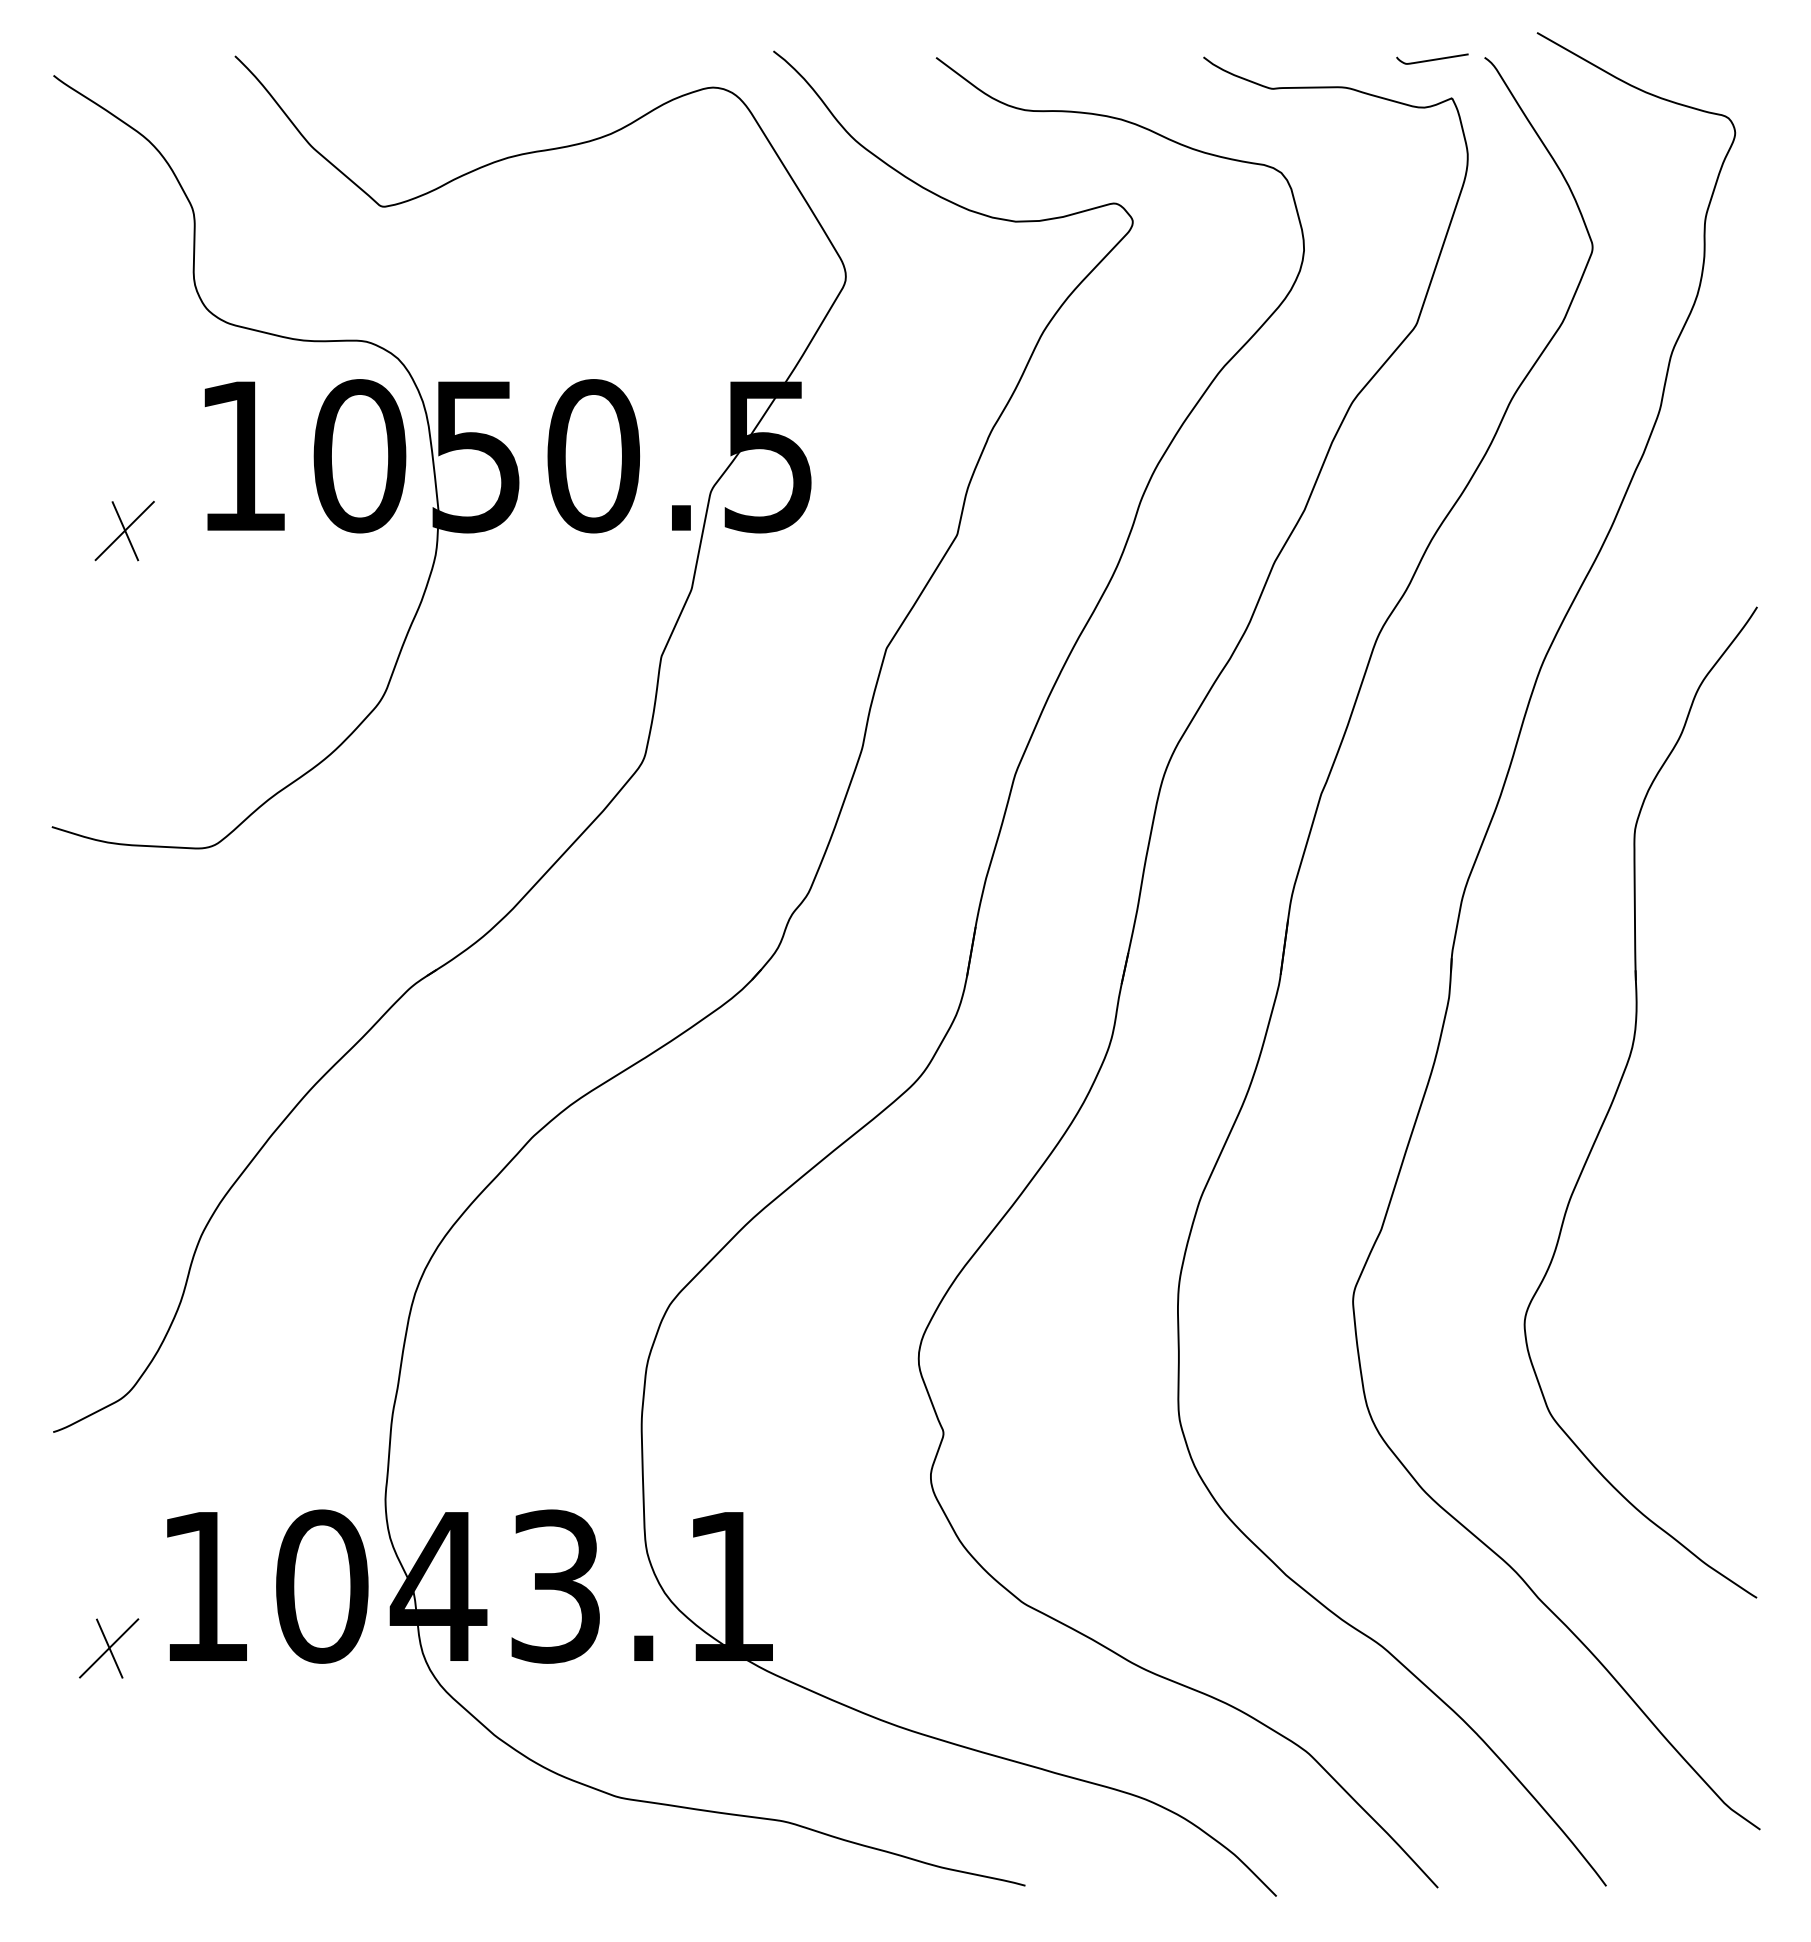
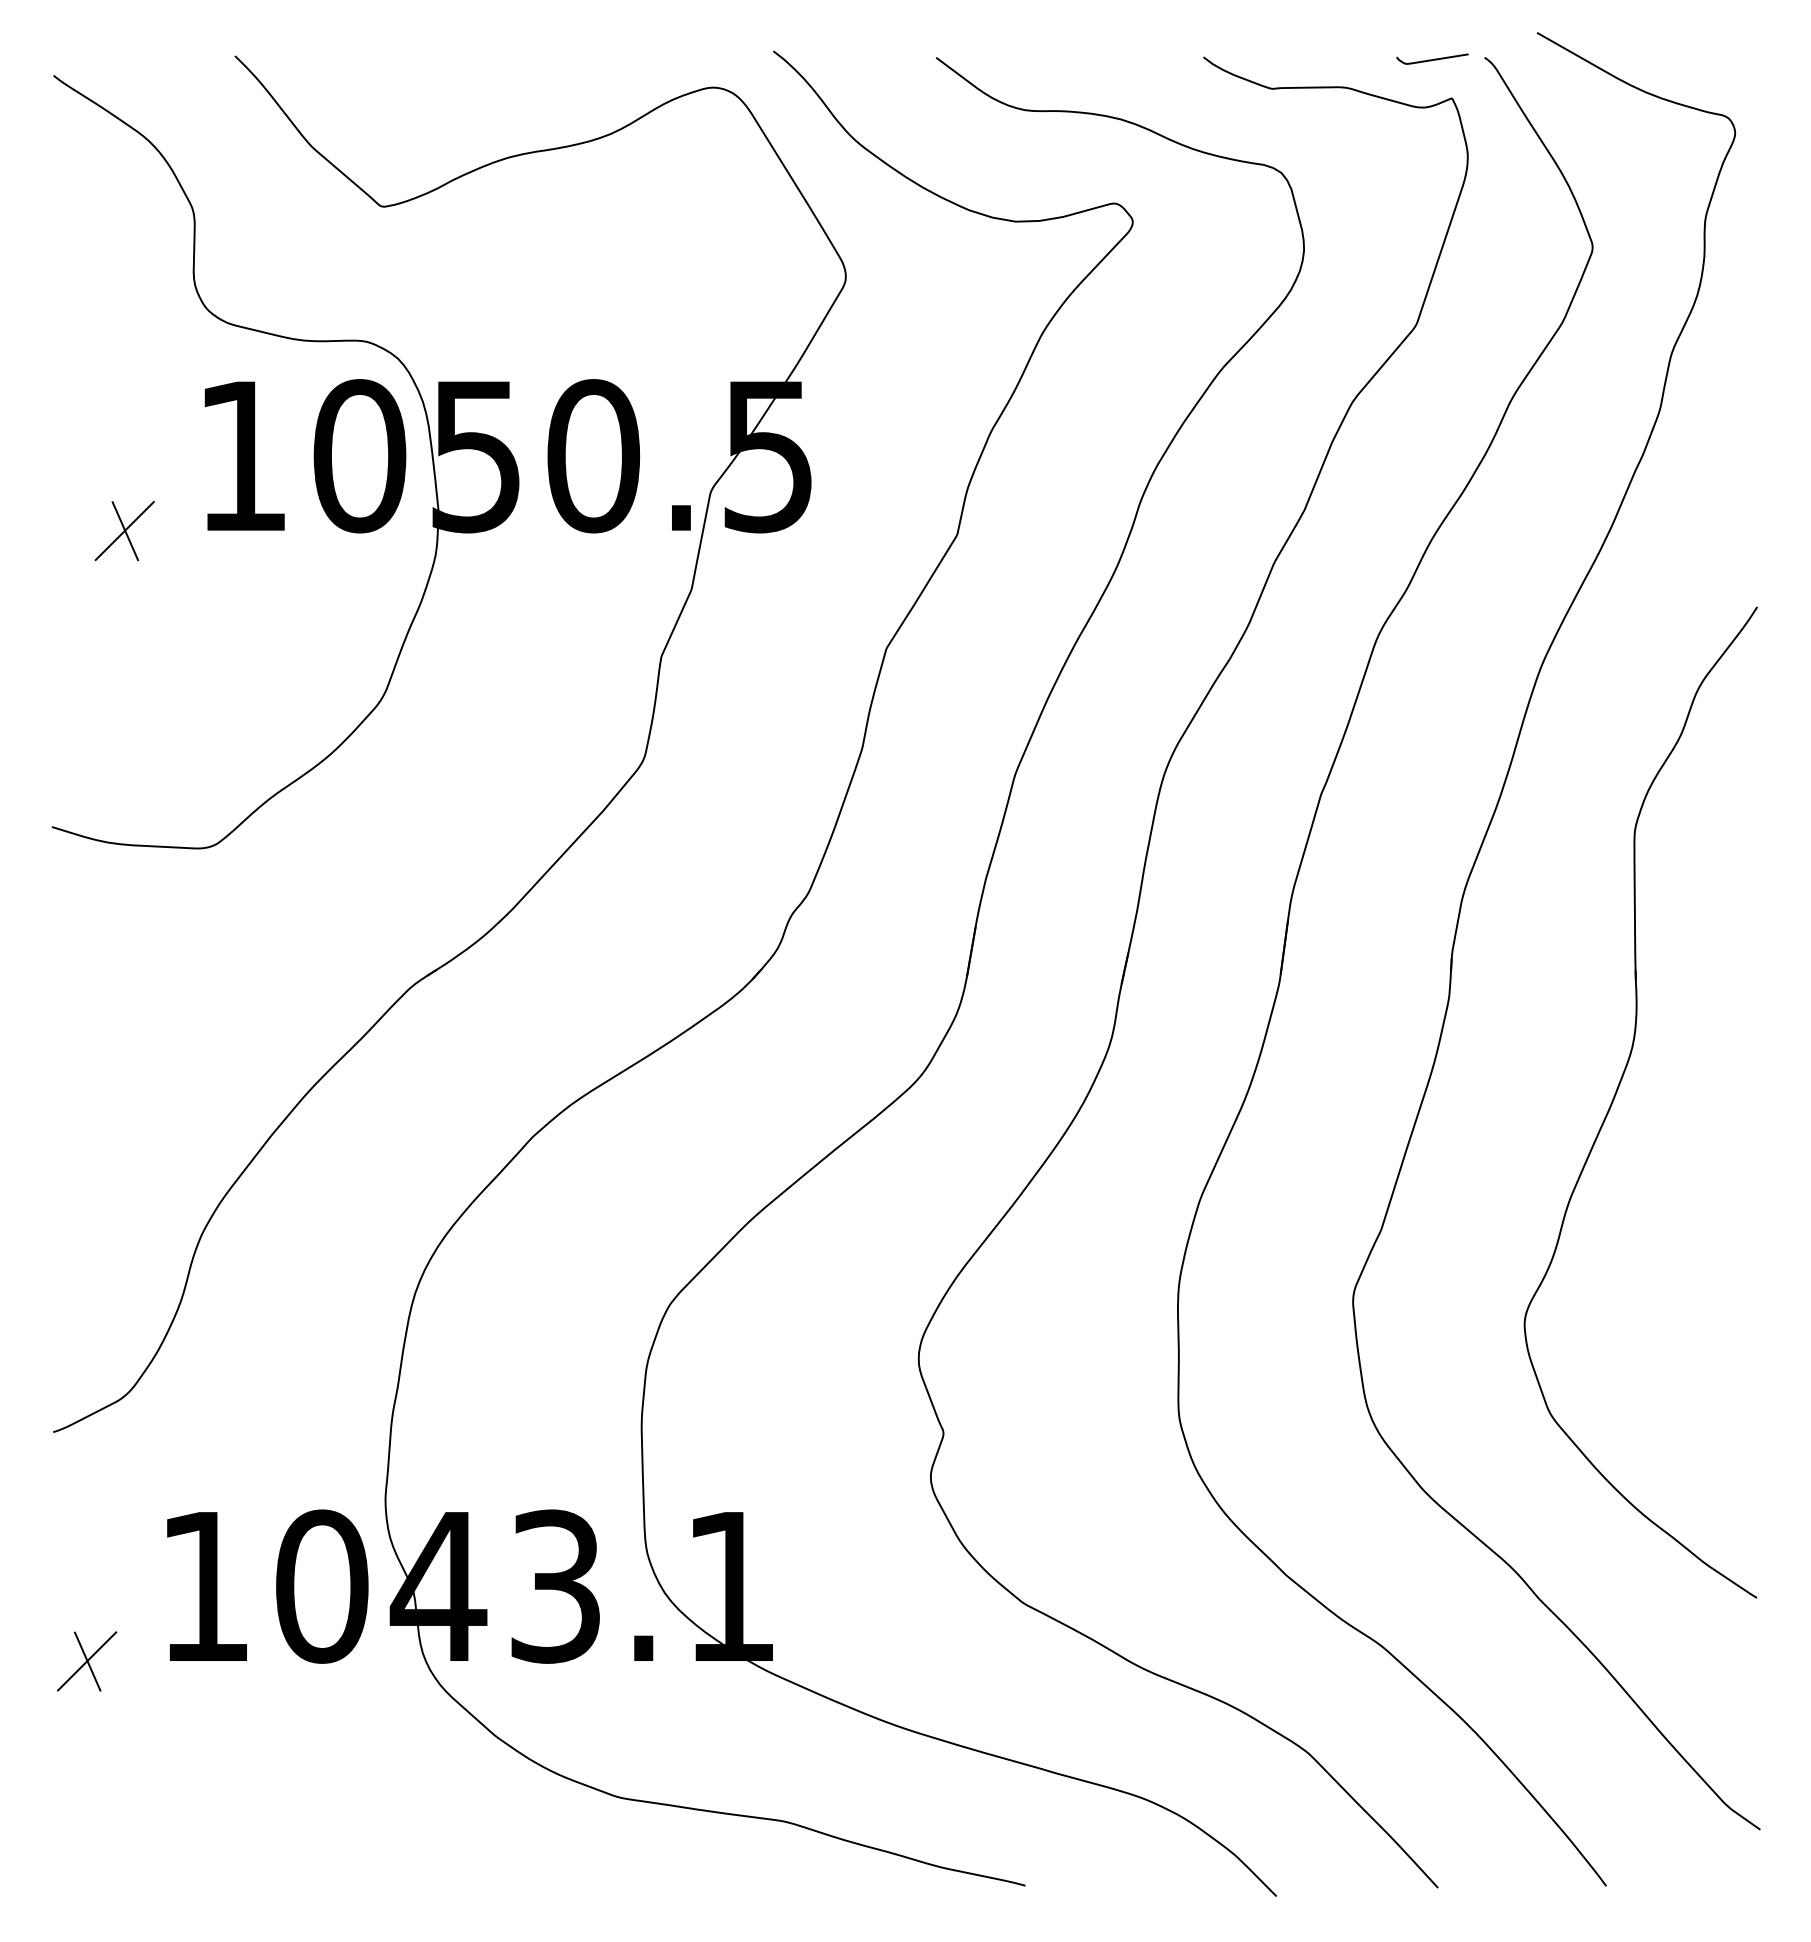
part at (109, 1648) position: (109, 1648) -> (87, 1661)
